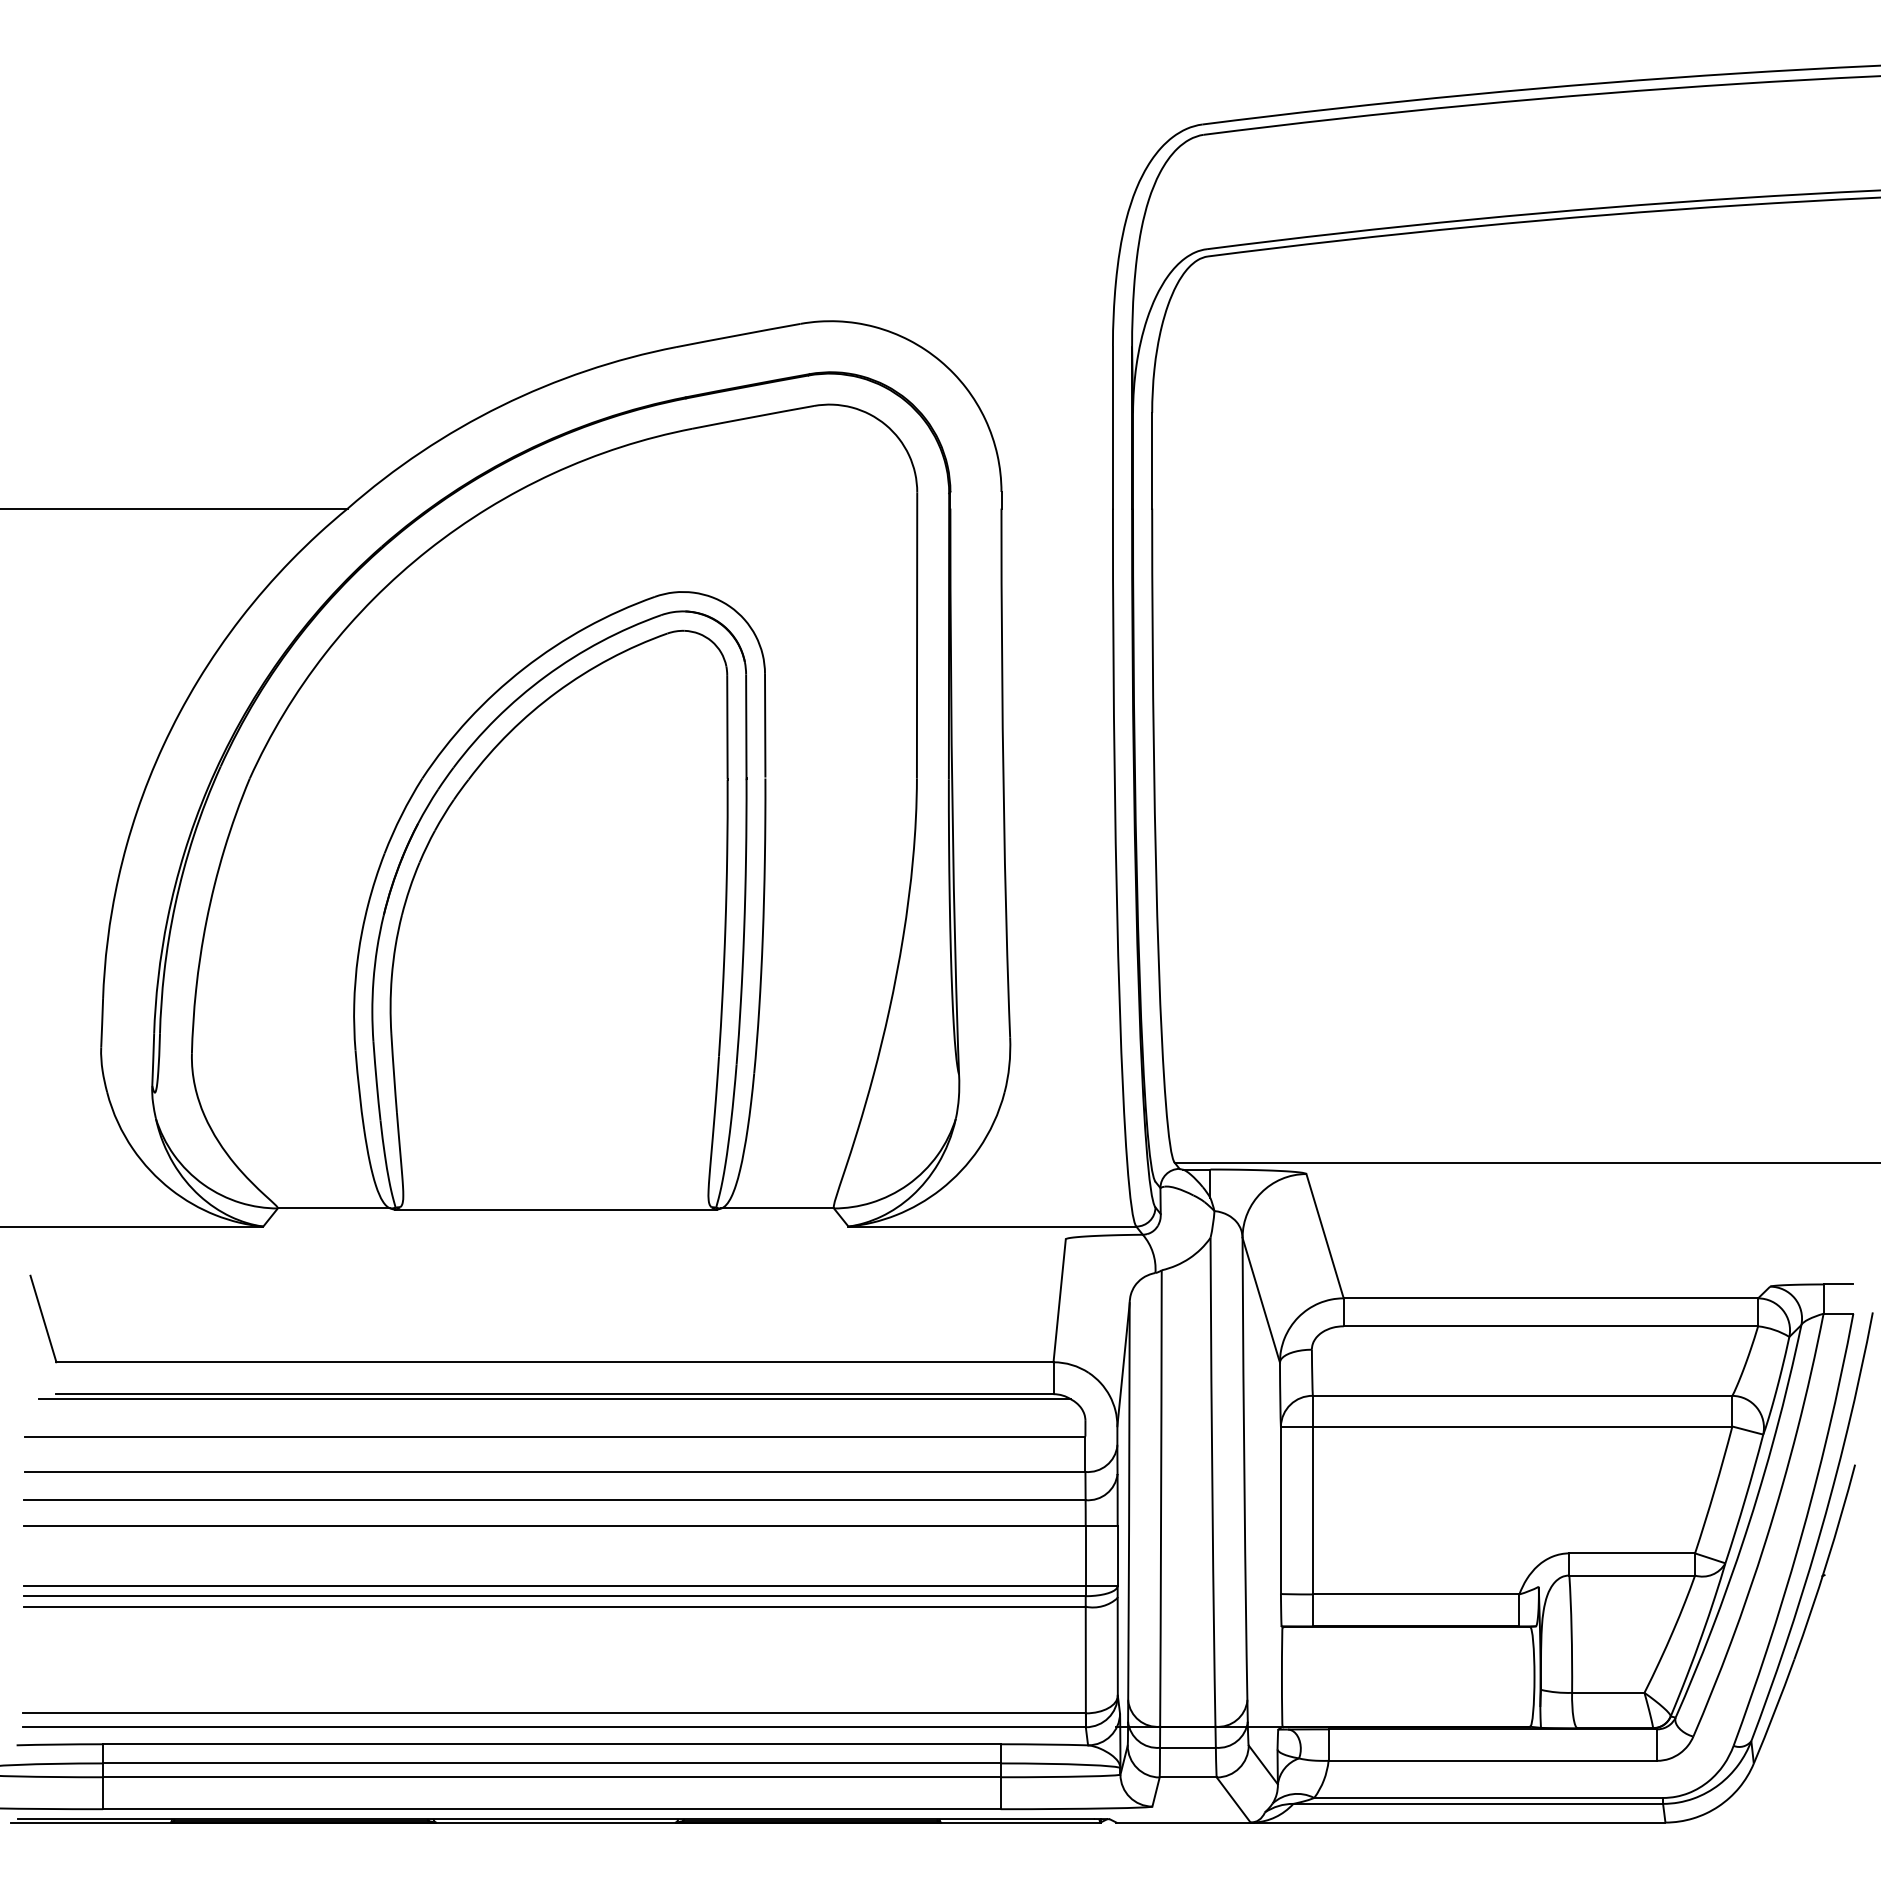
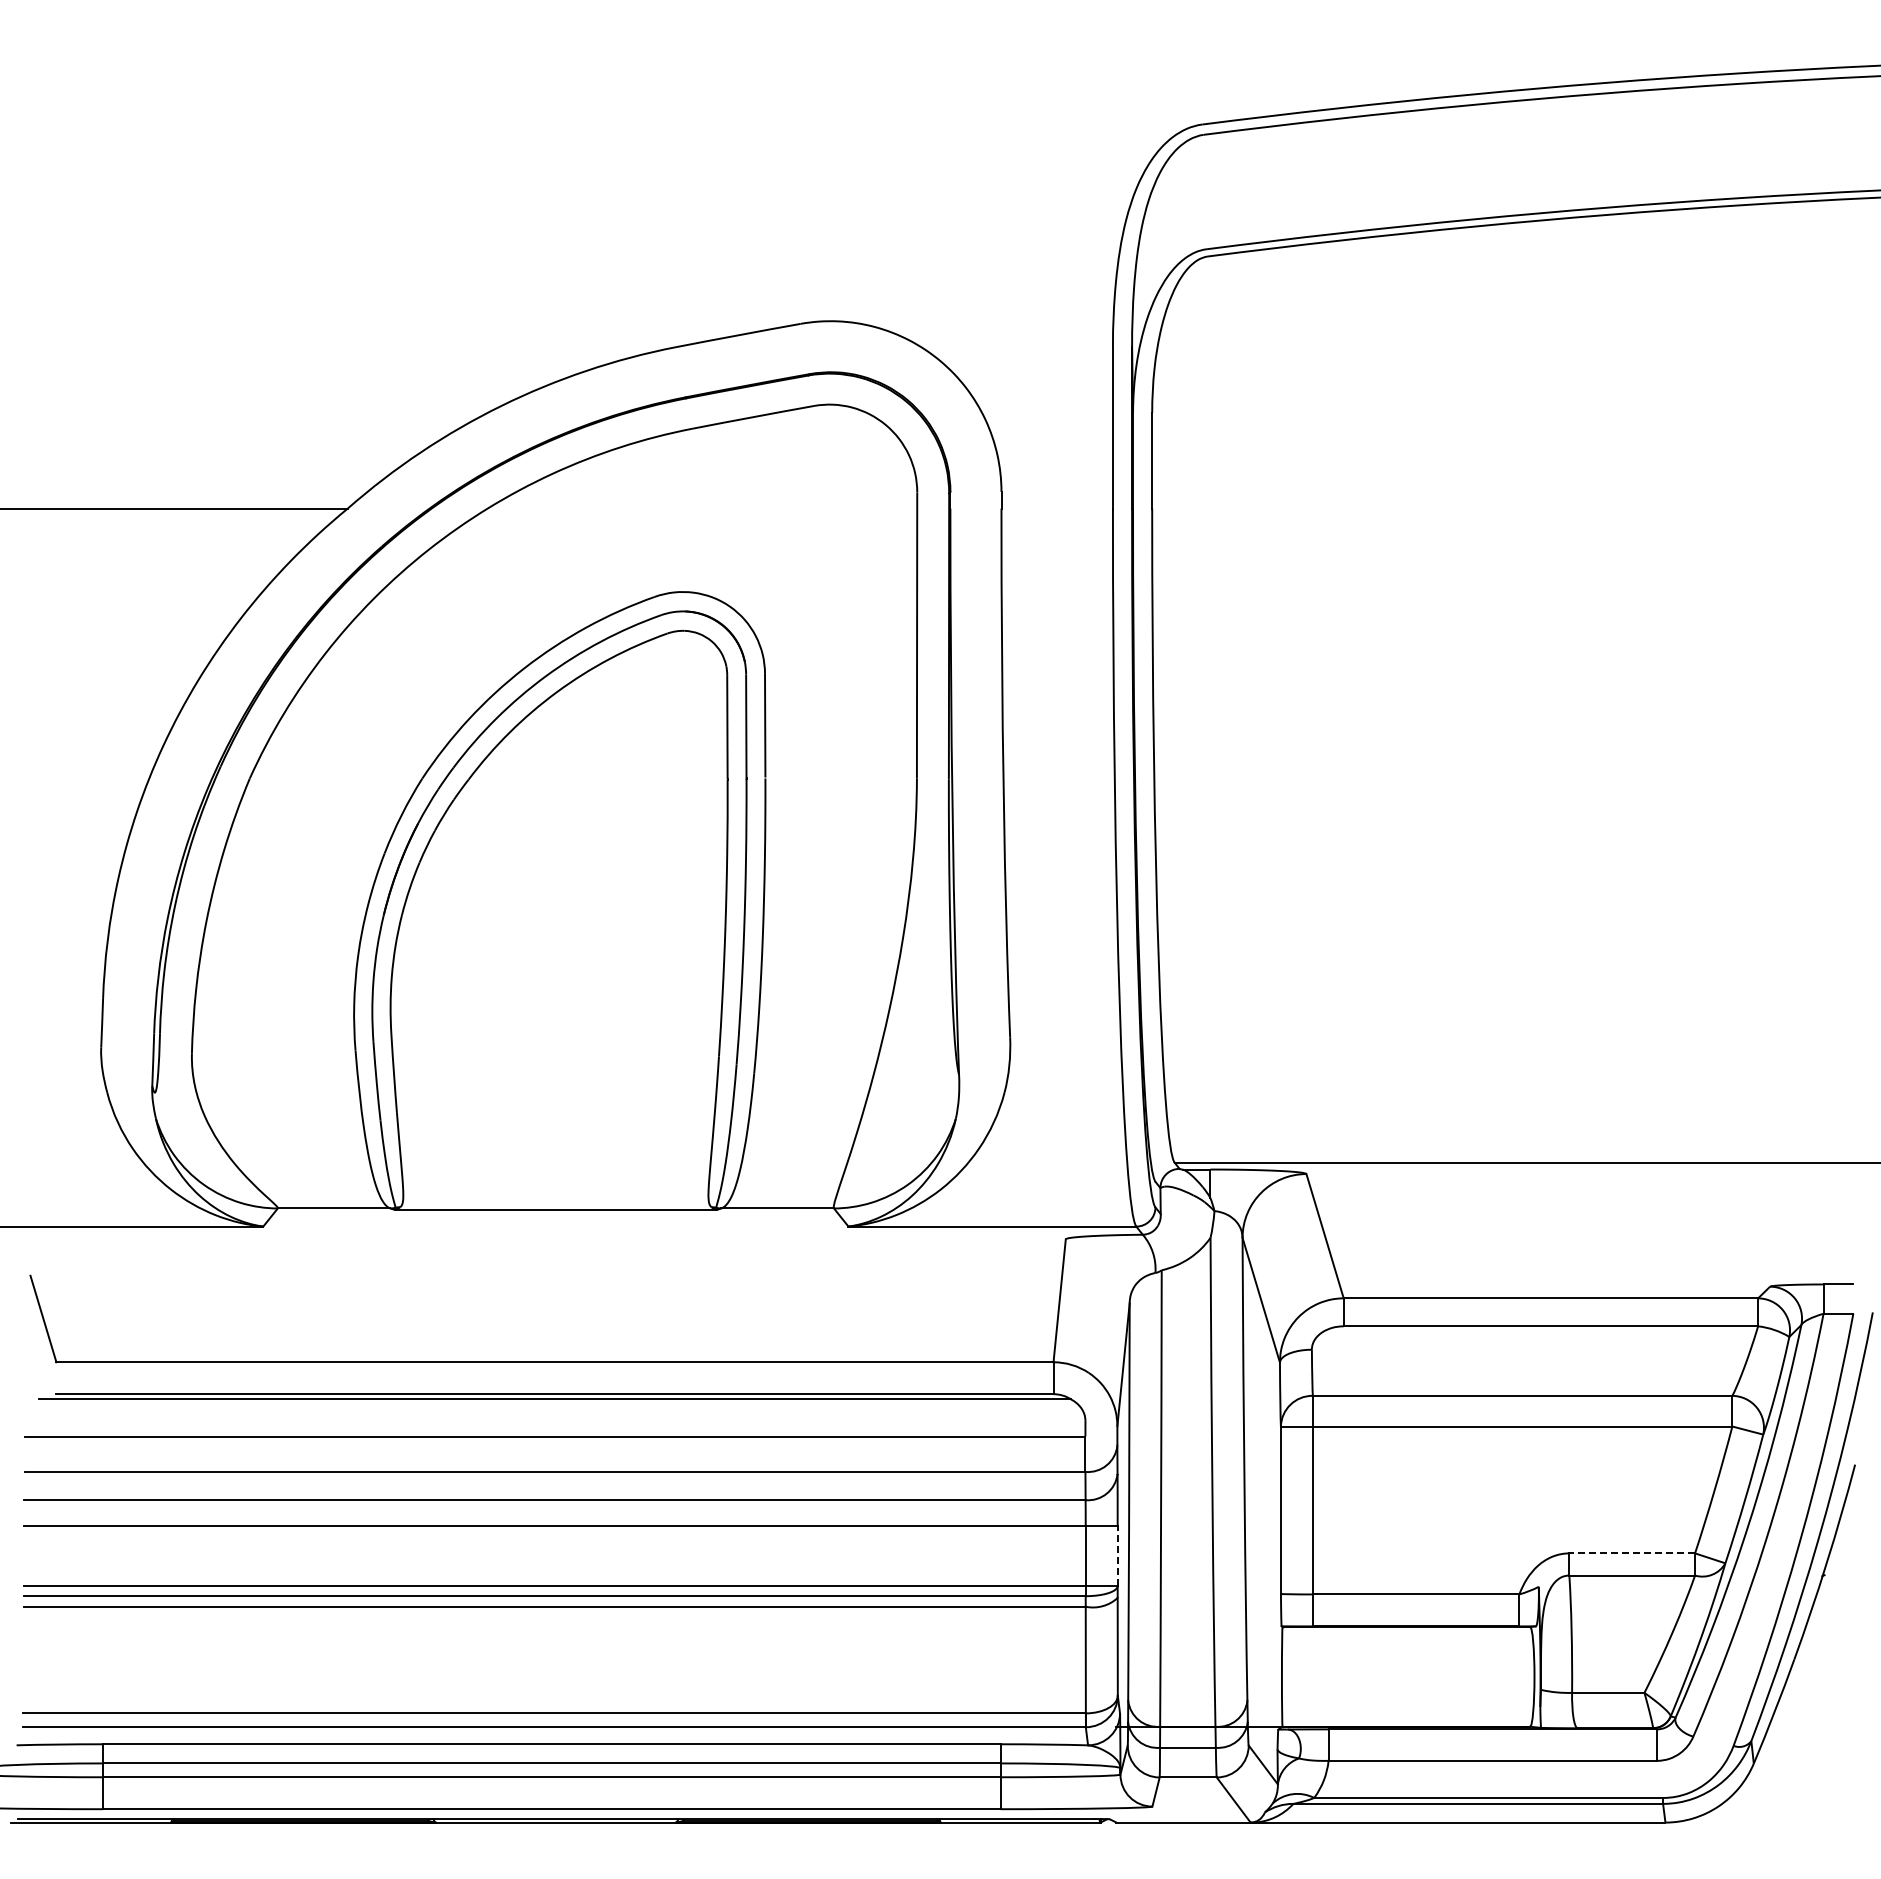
line at (1632, 1553): solid -> dashed
line at (1117, 1556): solid -> dashed
